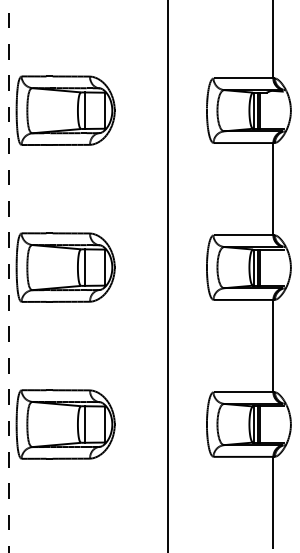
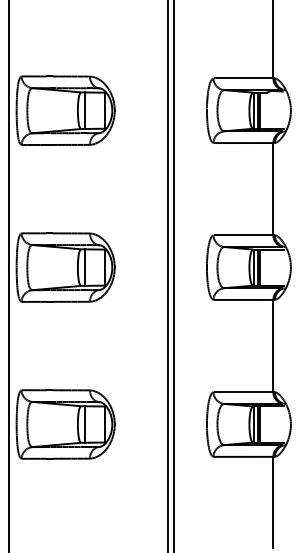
line at (174, 275): none -> present
line at (9, 276): dashed -> solid
